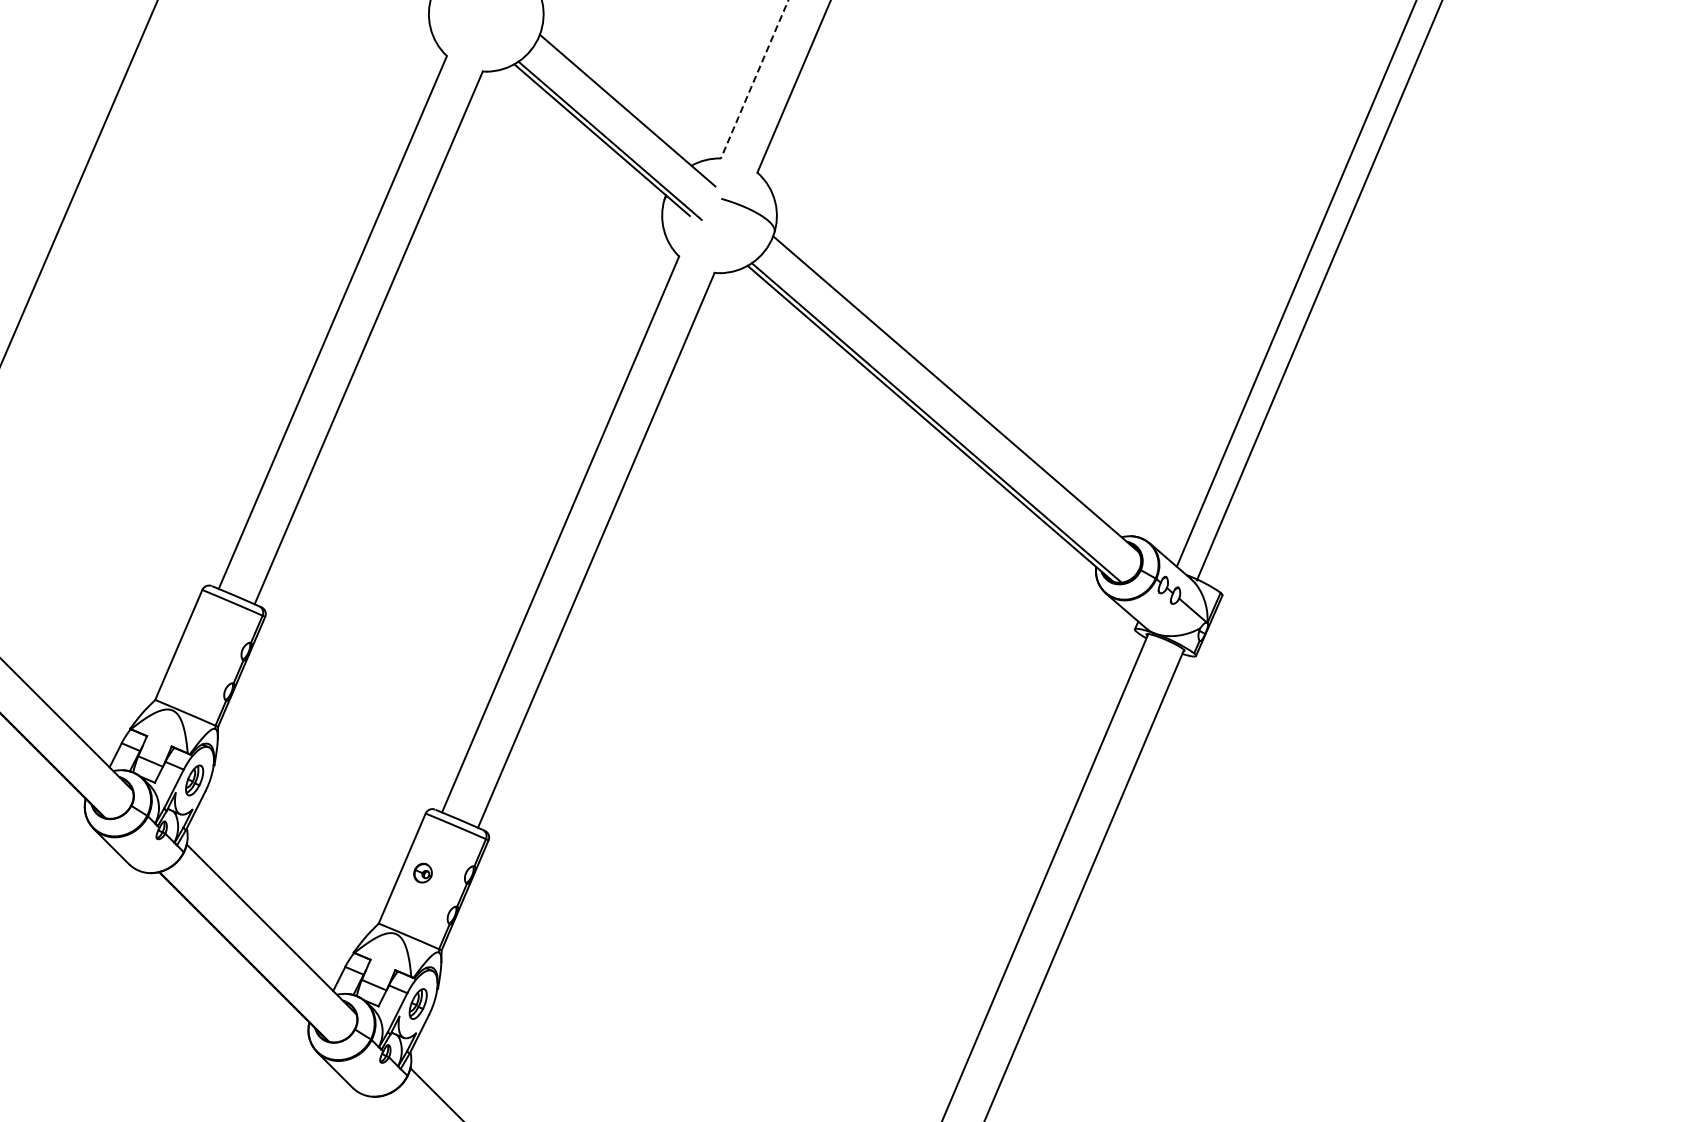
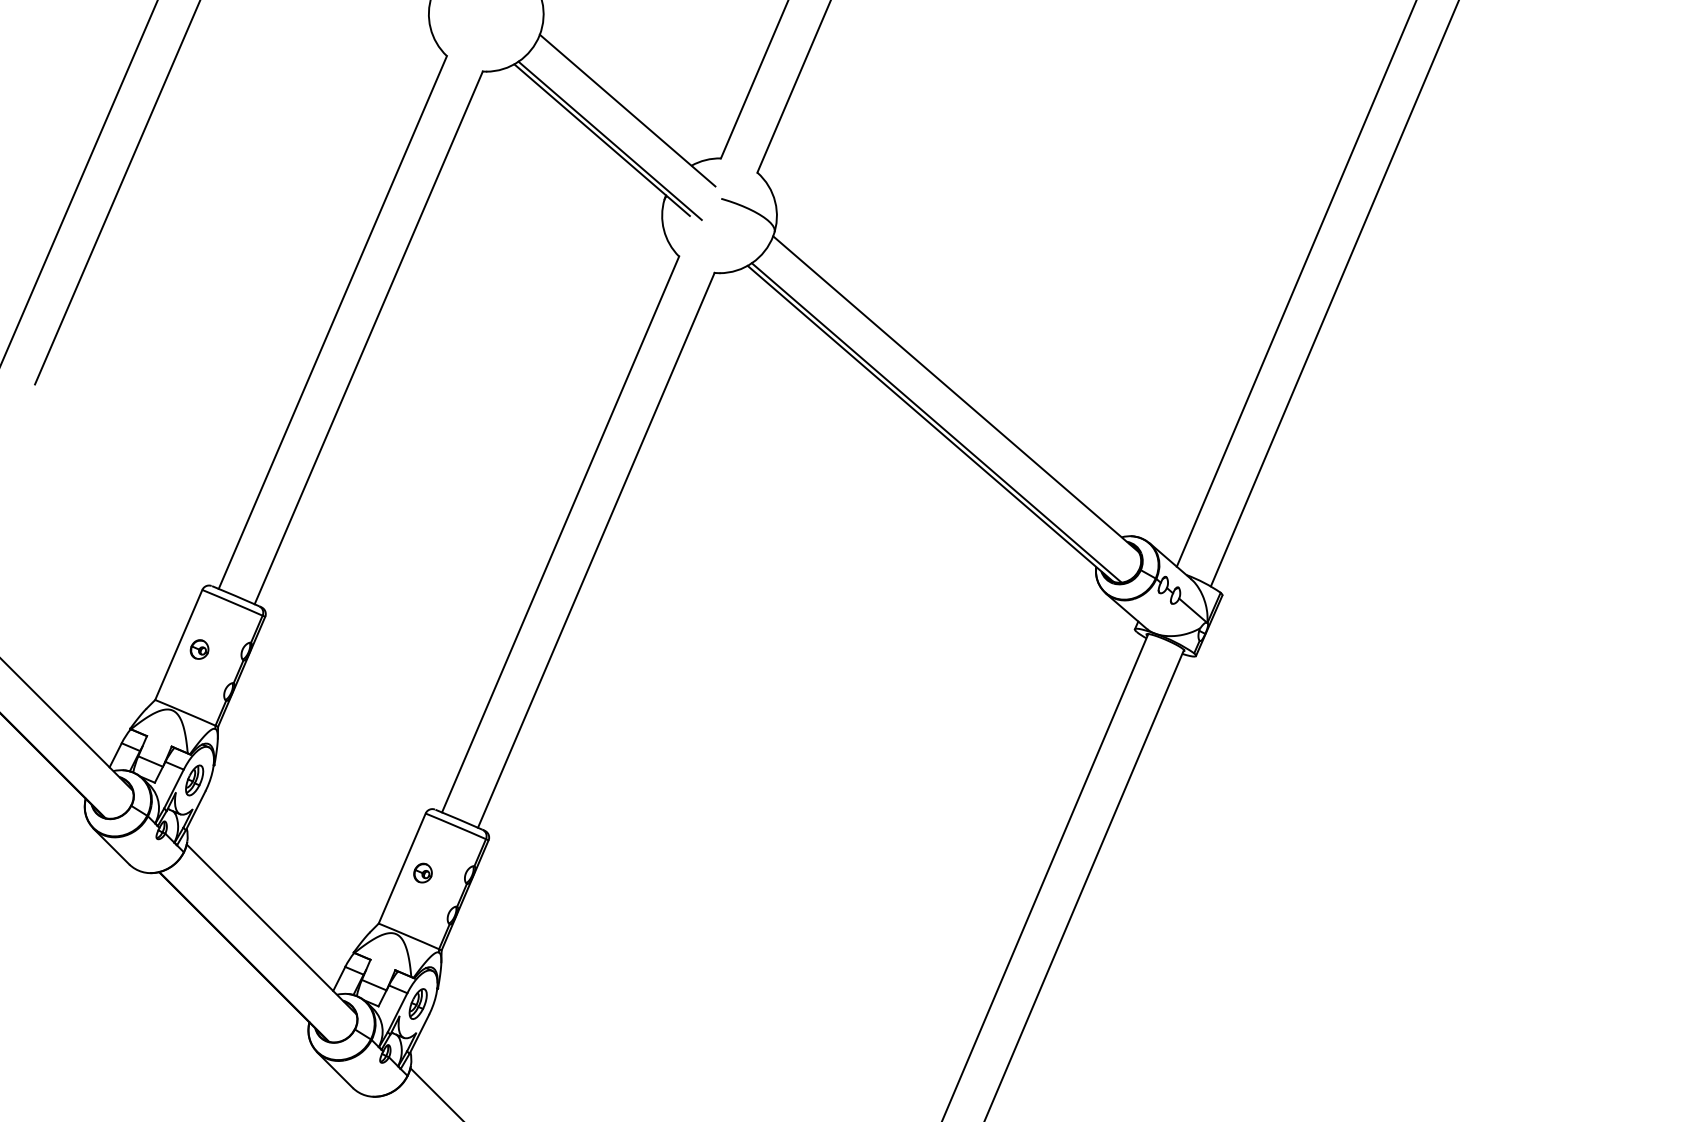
line at (754, 79): dashed -> solid
line at (117, 193): none -> present
line at (1318, 291) position: (1318, 291) -> (1334, 294)
part at (199, 649): none -> present
